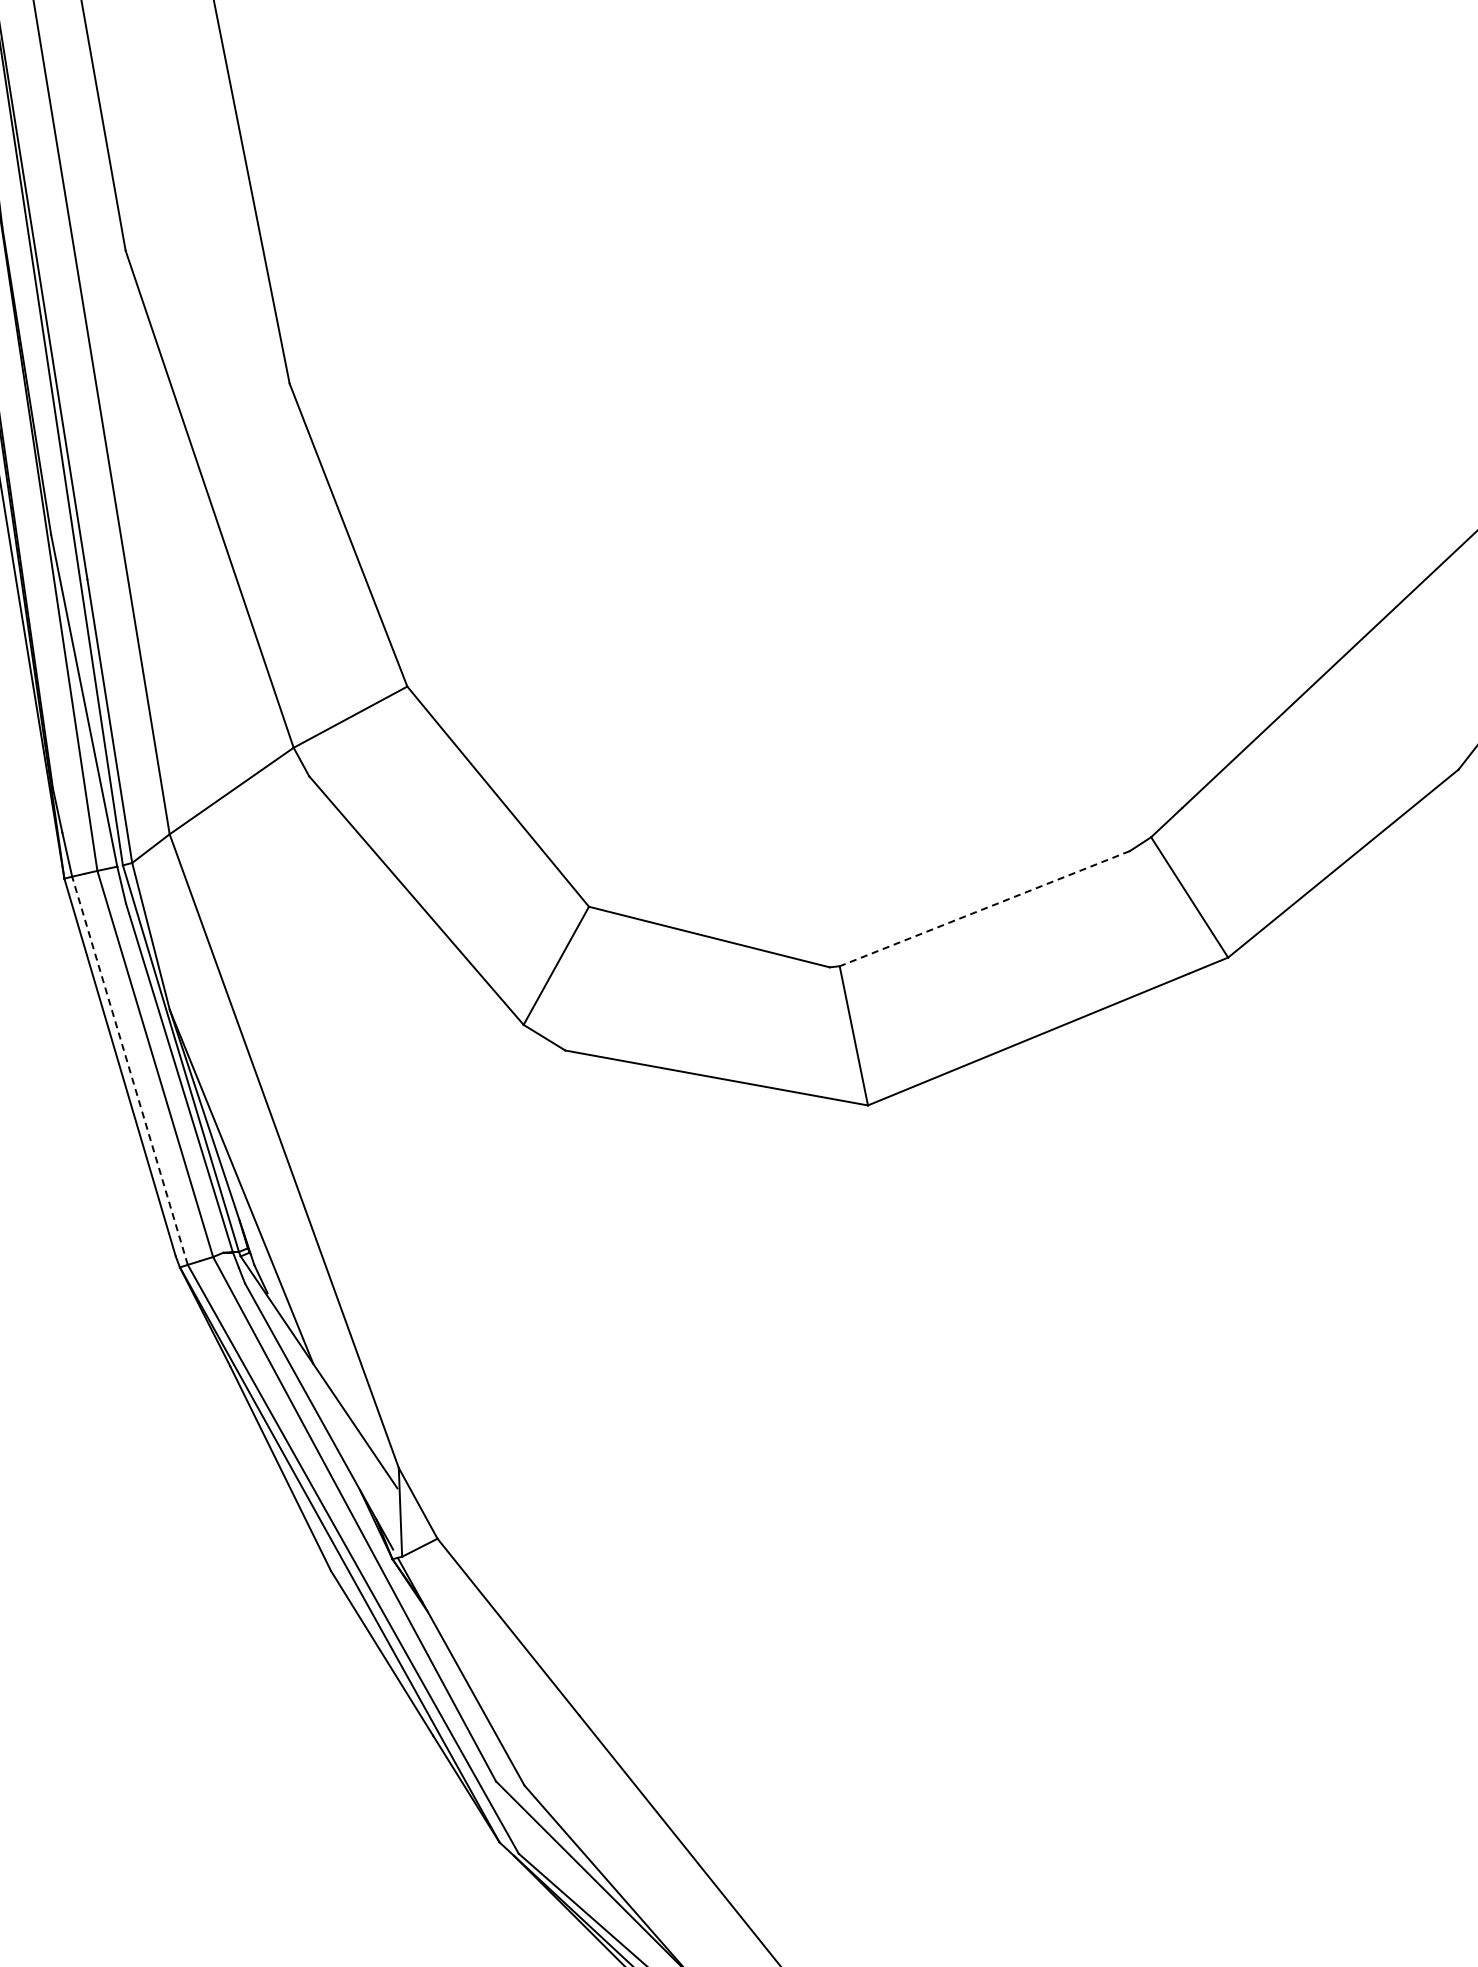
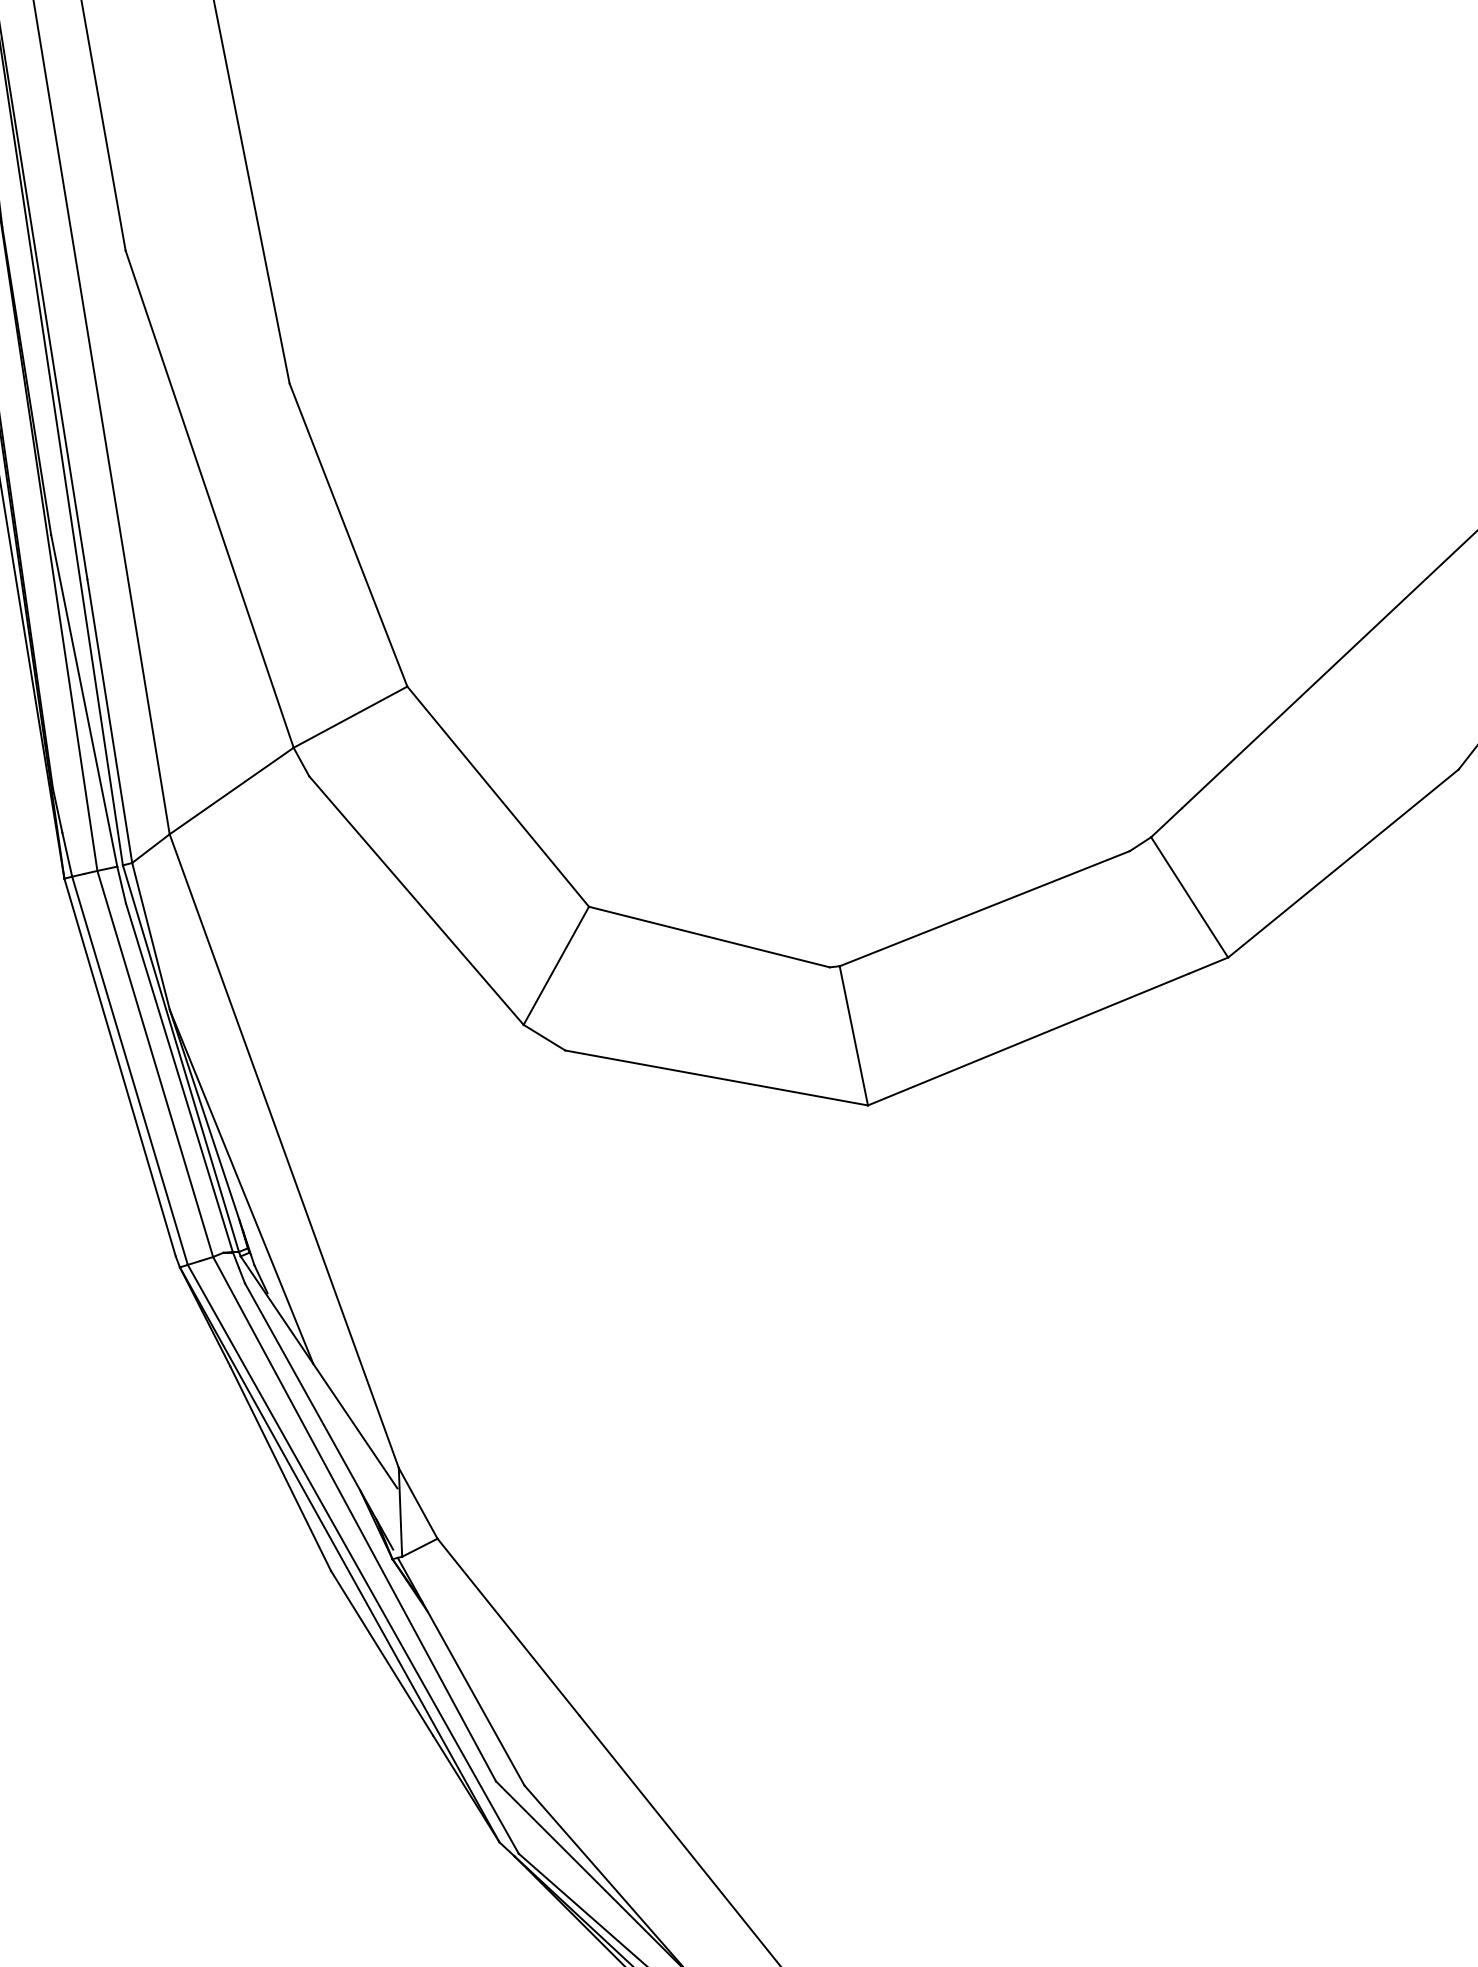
line at (984, 908): dashed -> solid
line at (130, 1070): dashed -> solid
